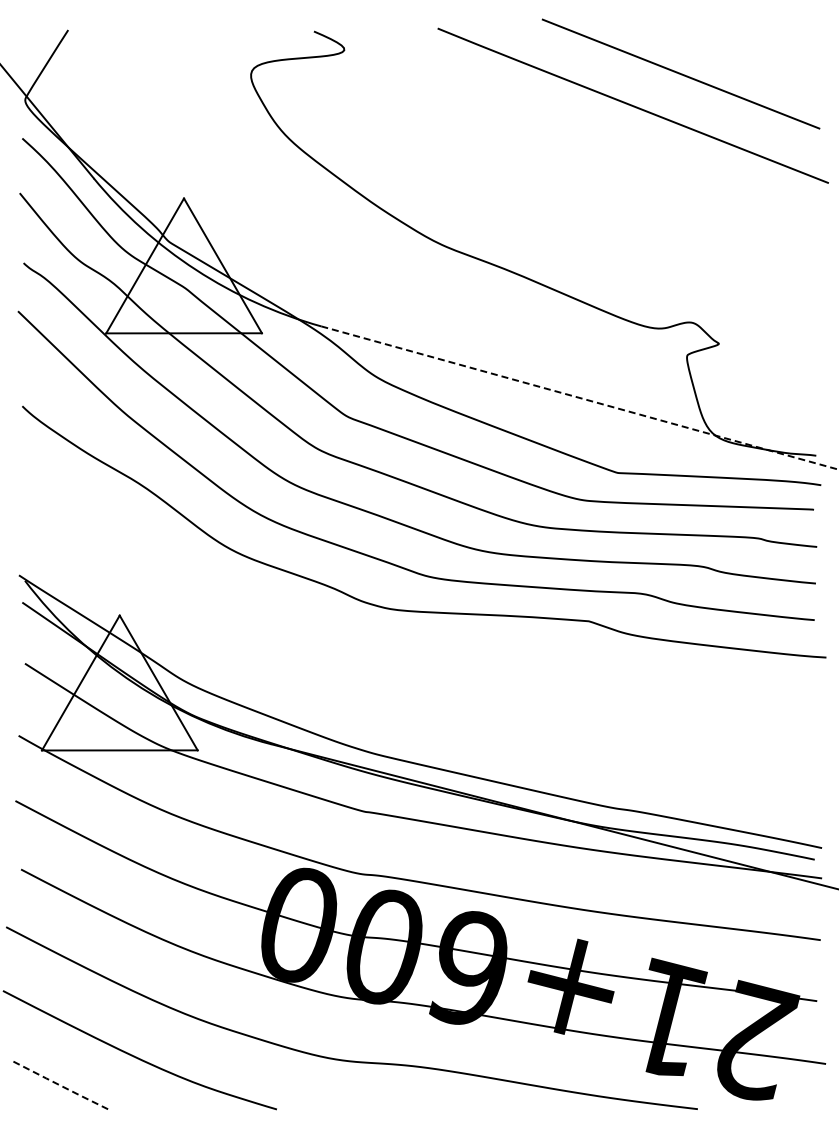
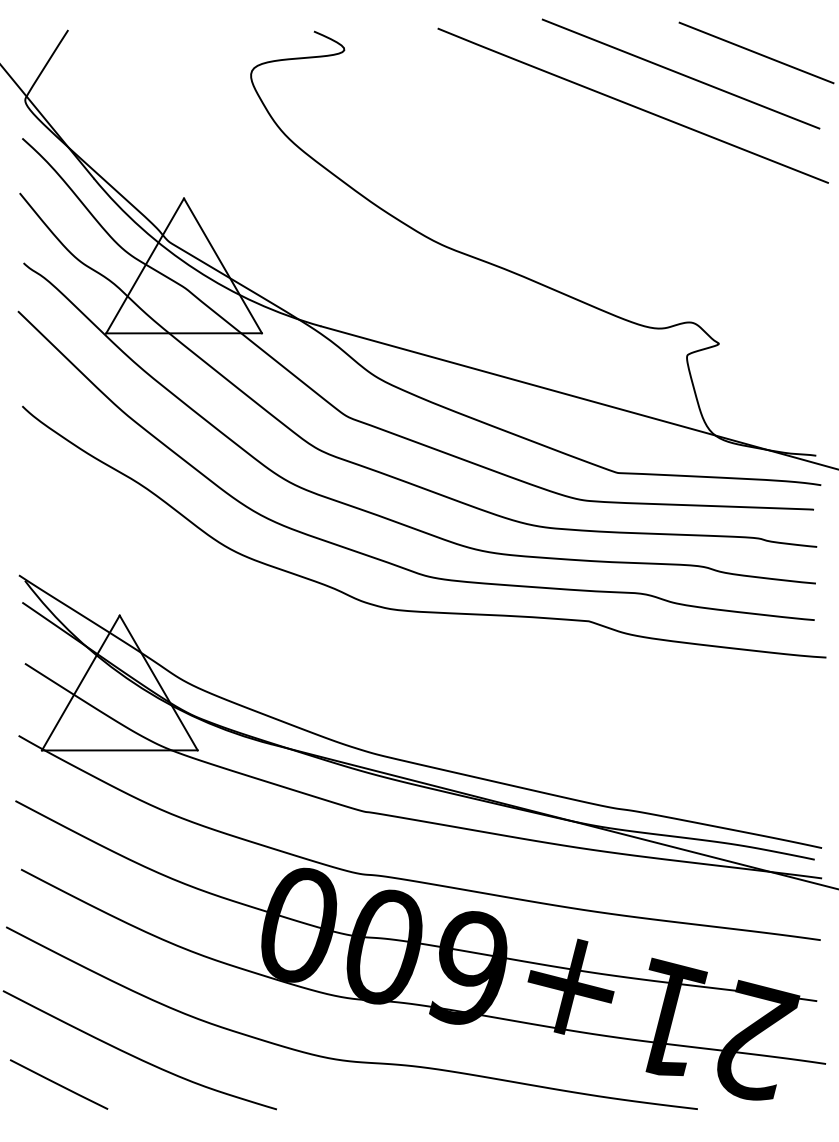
line at (756, 52): none -> present
line at (580, 398): dashed -> solid
line at (58, 1084): dashed -> solid
